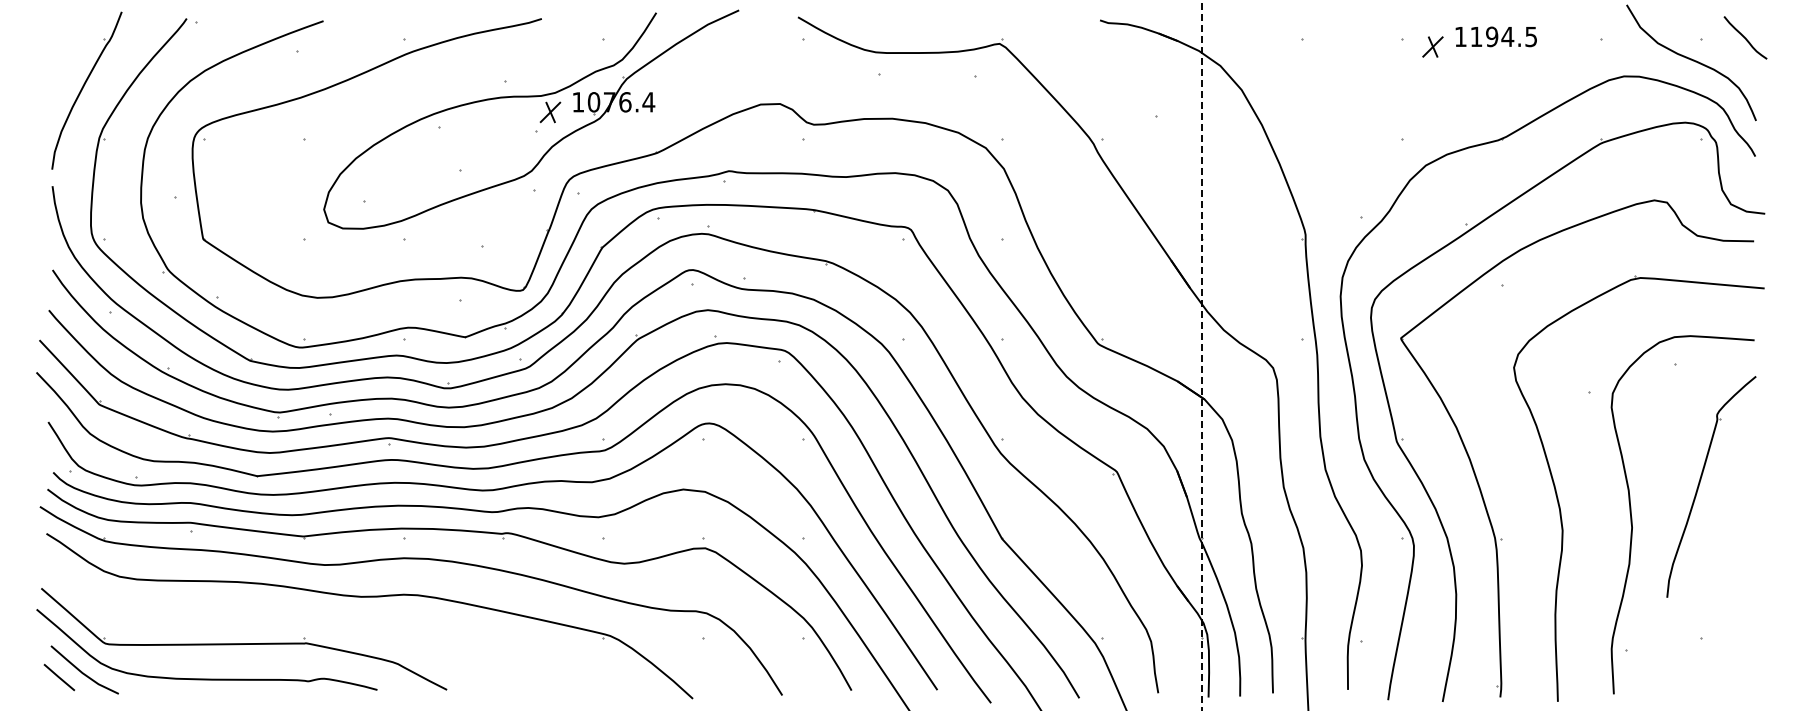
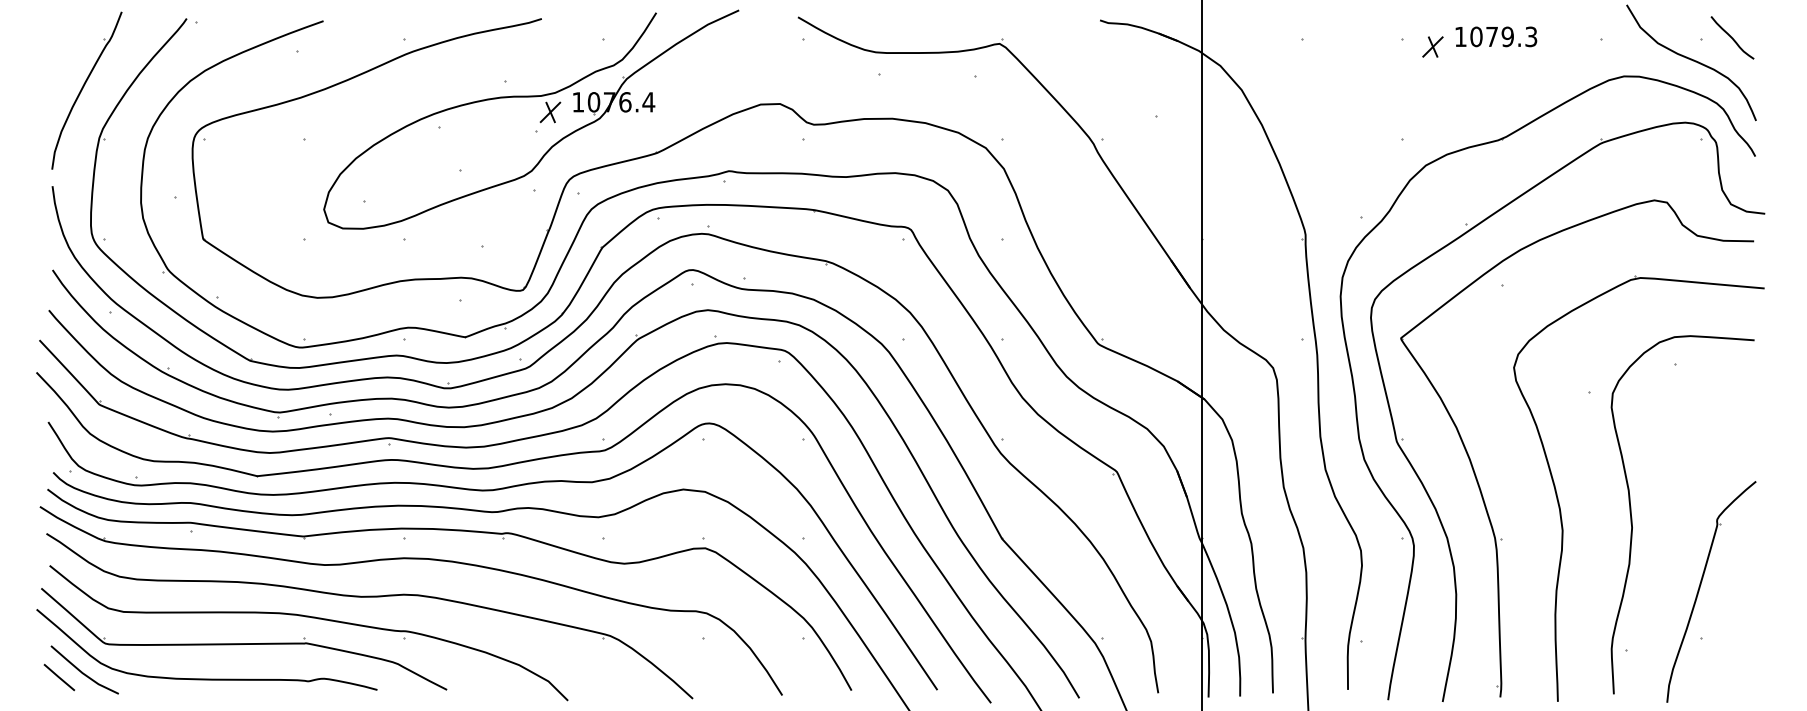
text at (1503, 36): 1194.5 -> 1079.3
curve at (1745, 37) position: (1745, 37) -> (1732, 37)
line at (1202, 355): dashed -> solid
part at (1700, 483) position: (1700, 483) -> (1700, 588)
part at (312, 618): none -> present
